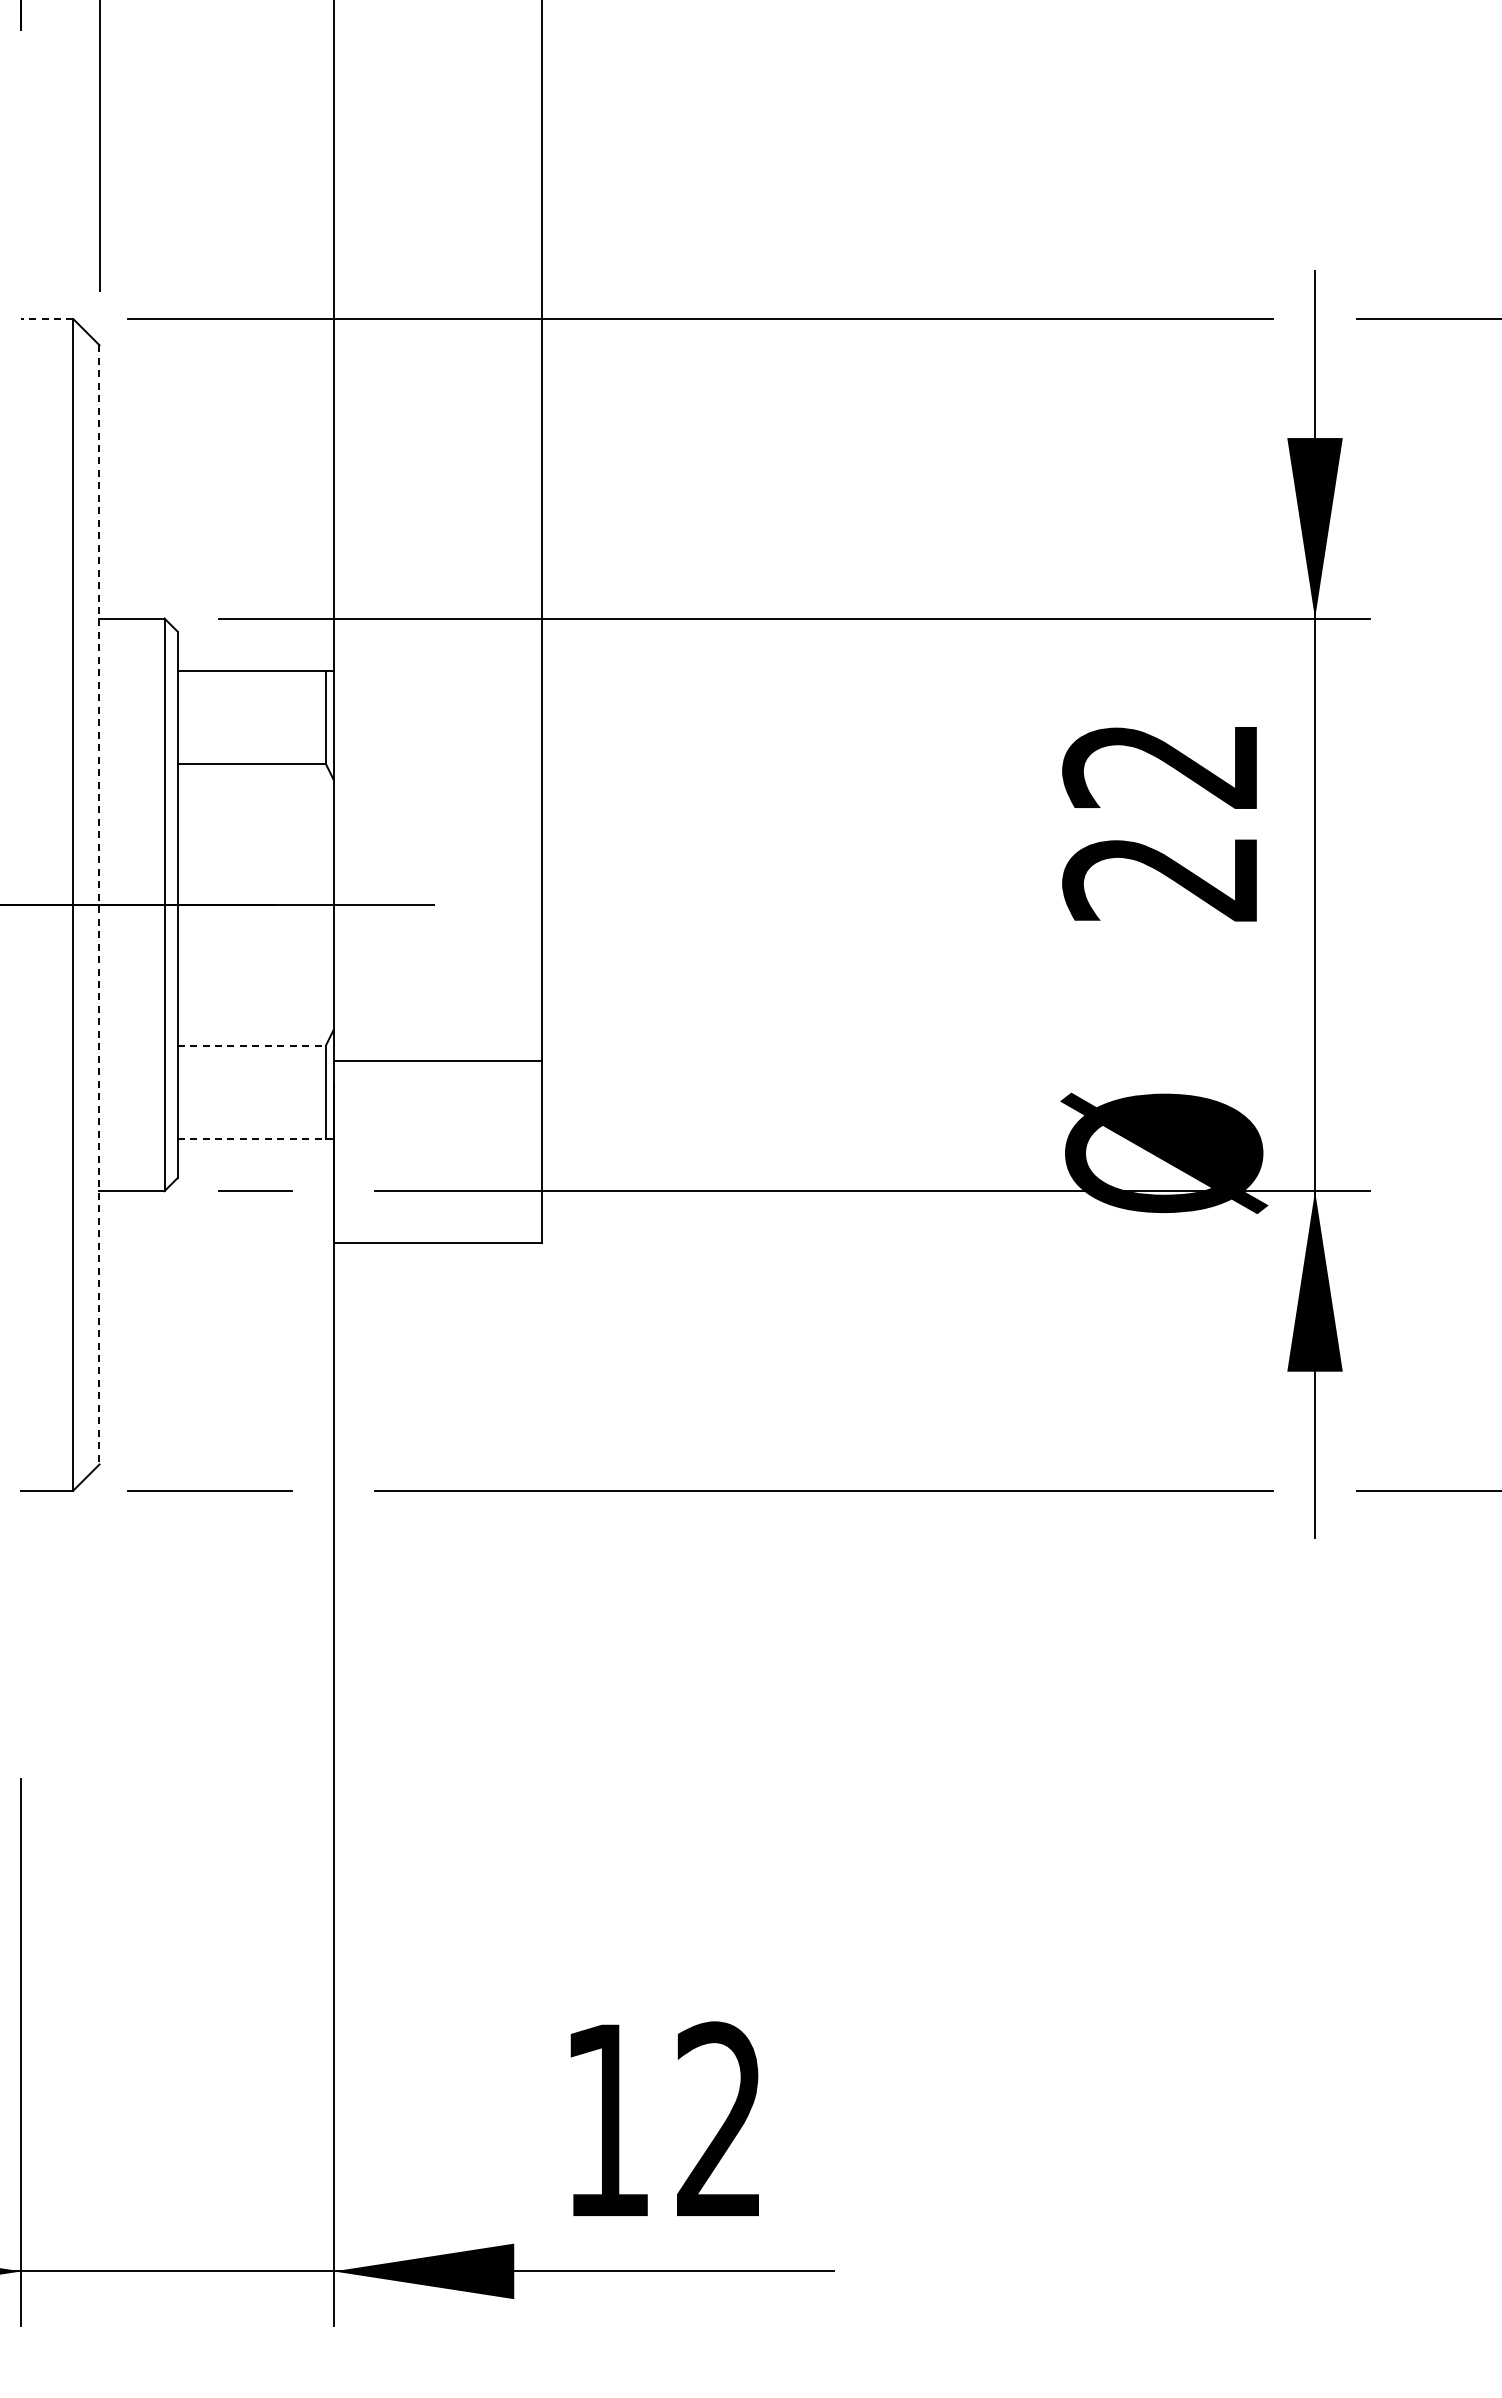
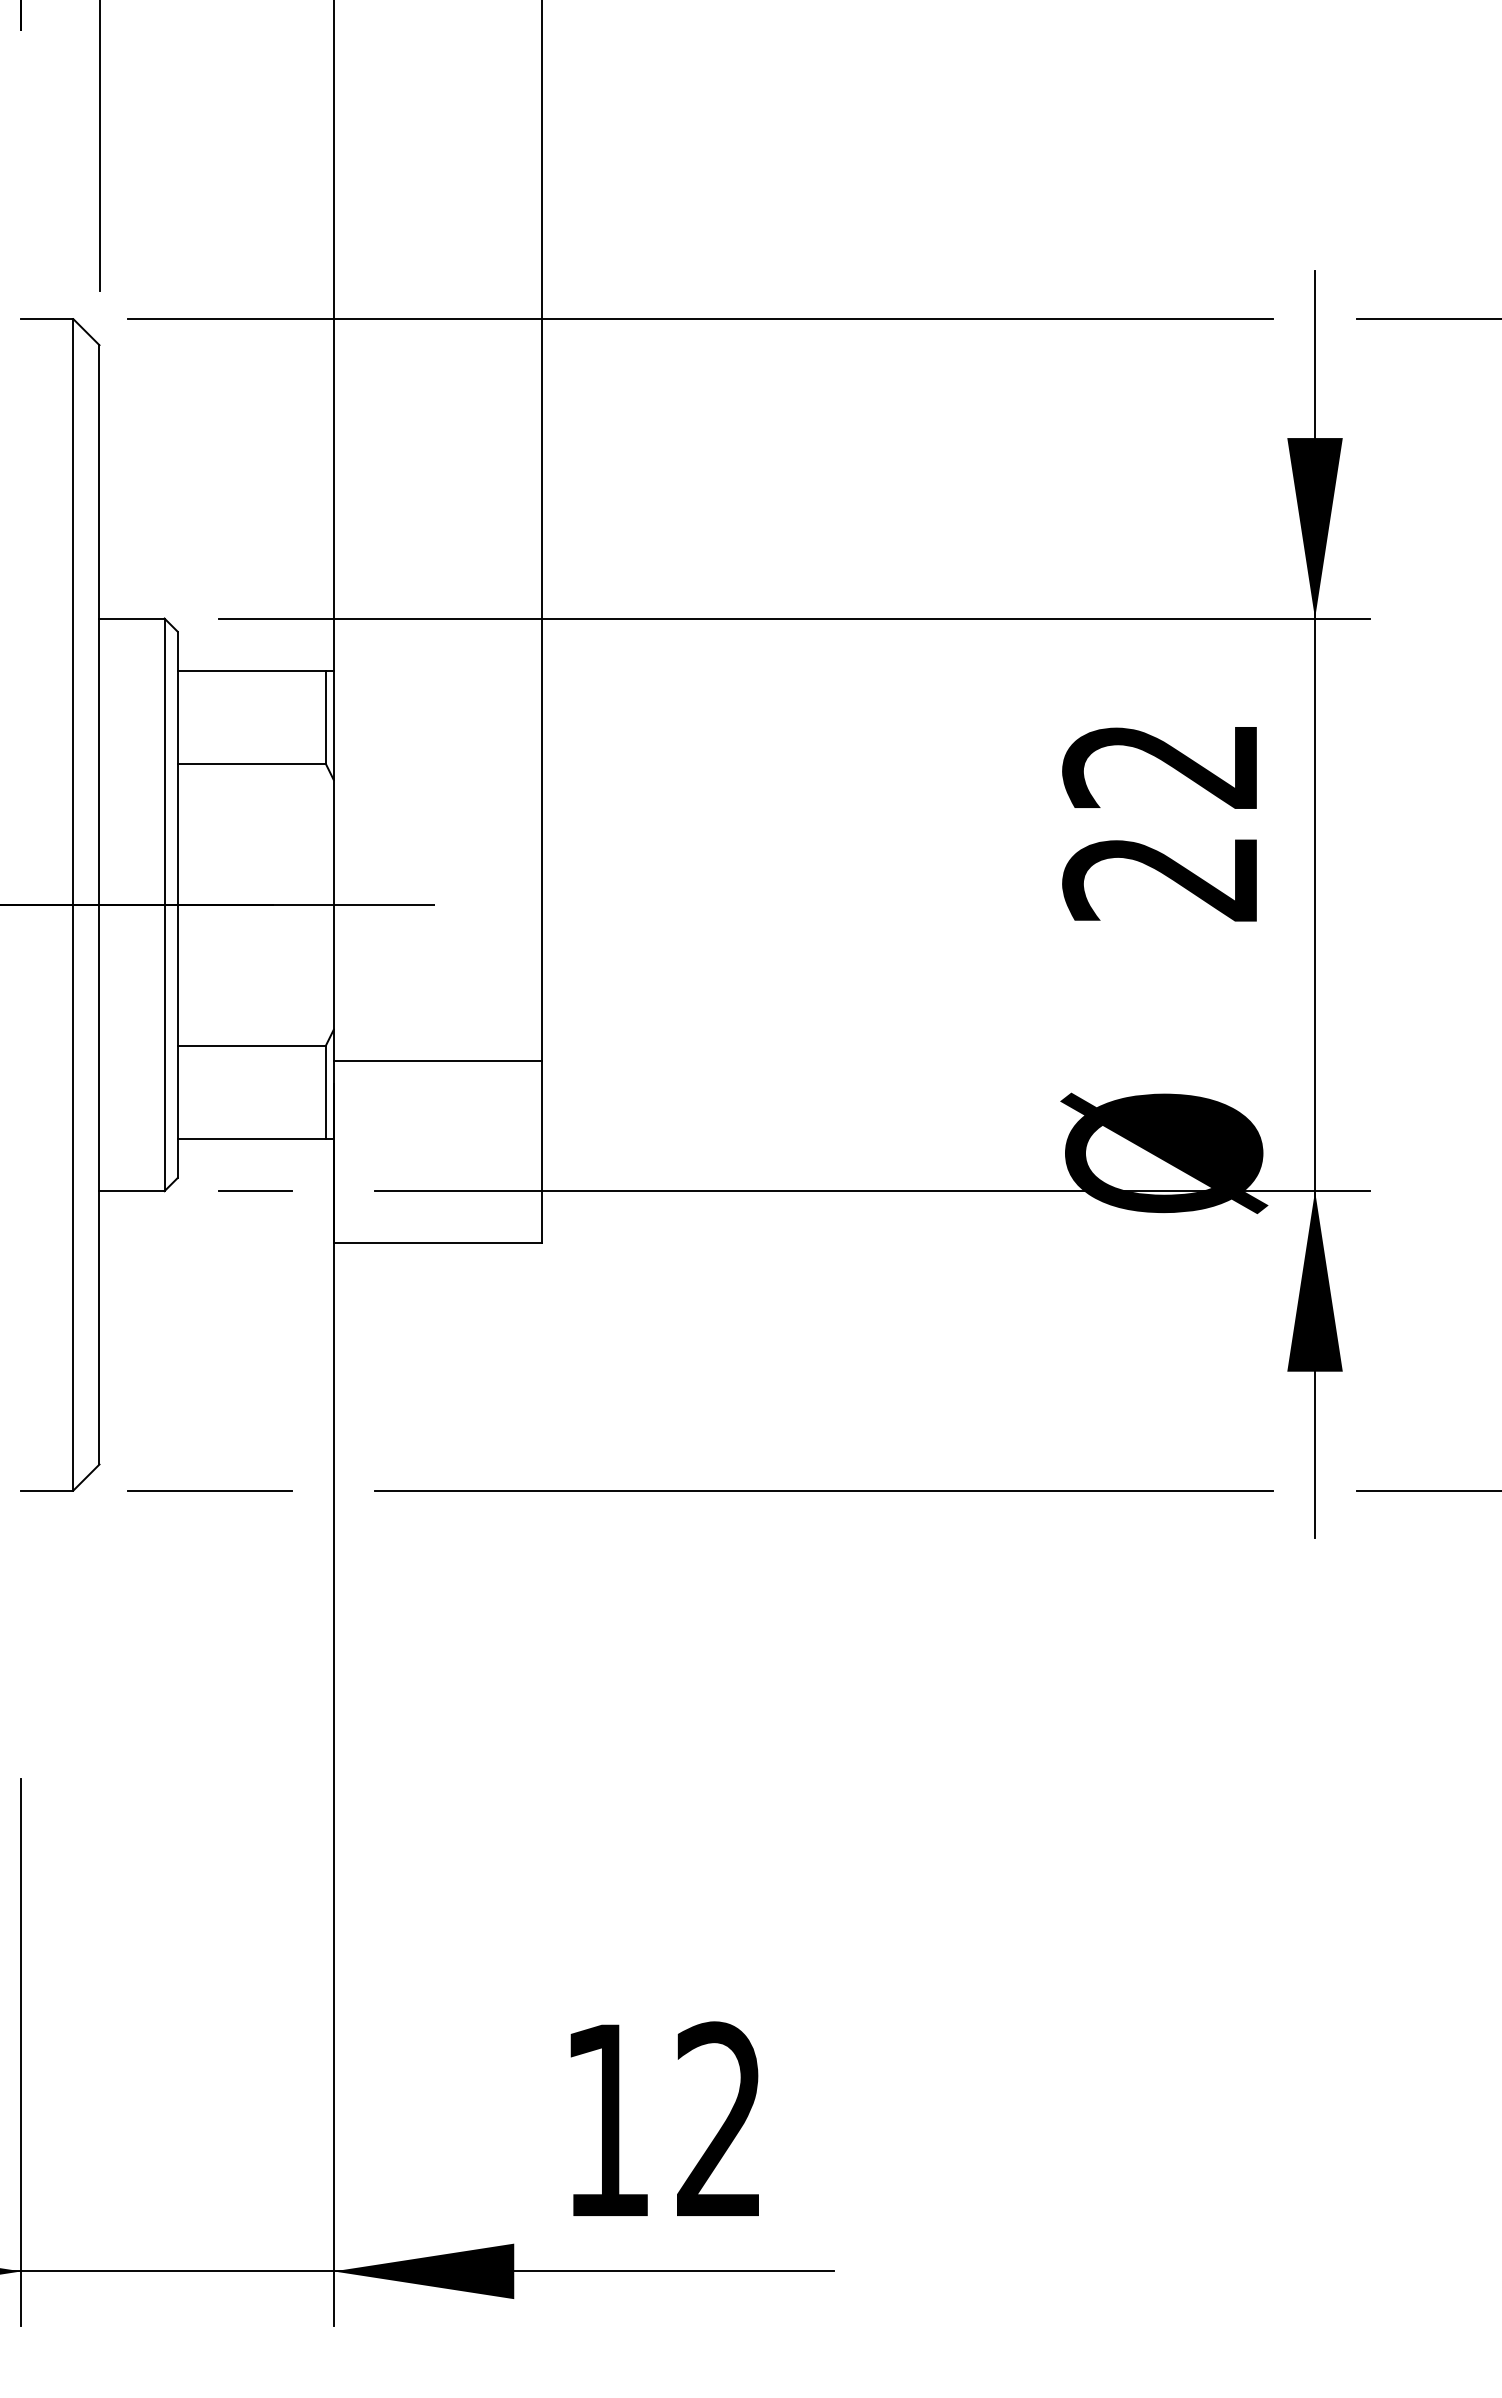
line at (46, 319): dashed -> solid
line at (99, 904): dashed -> solid
line at (252, 1045): dashed -> solid
line at (252, 1139): dashed -> solid
